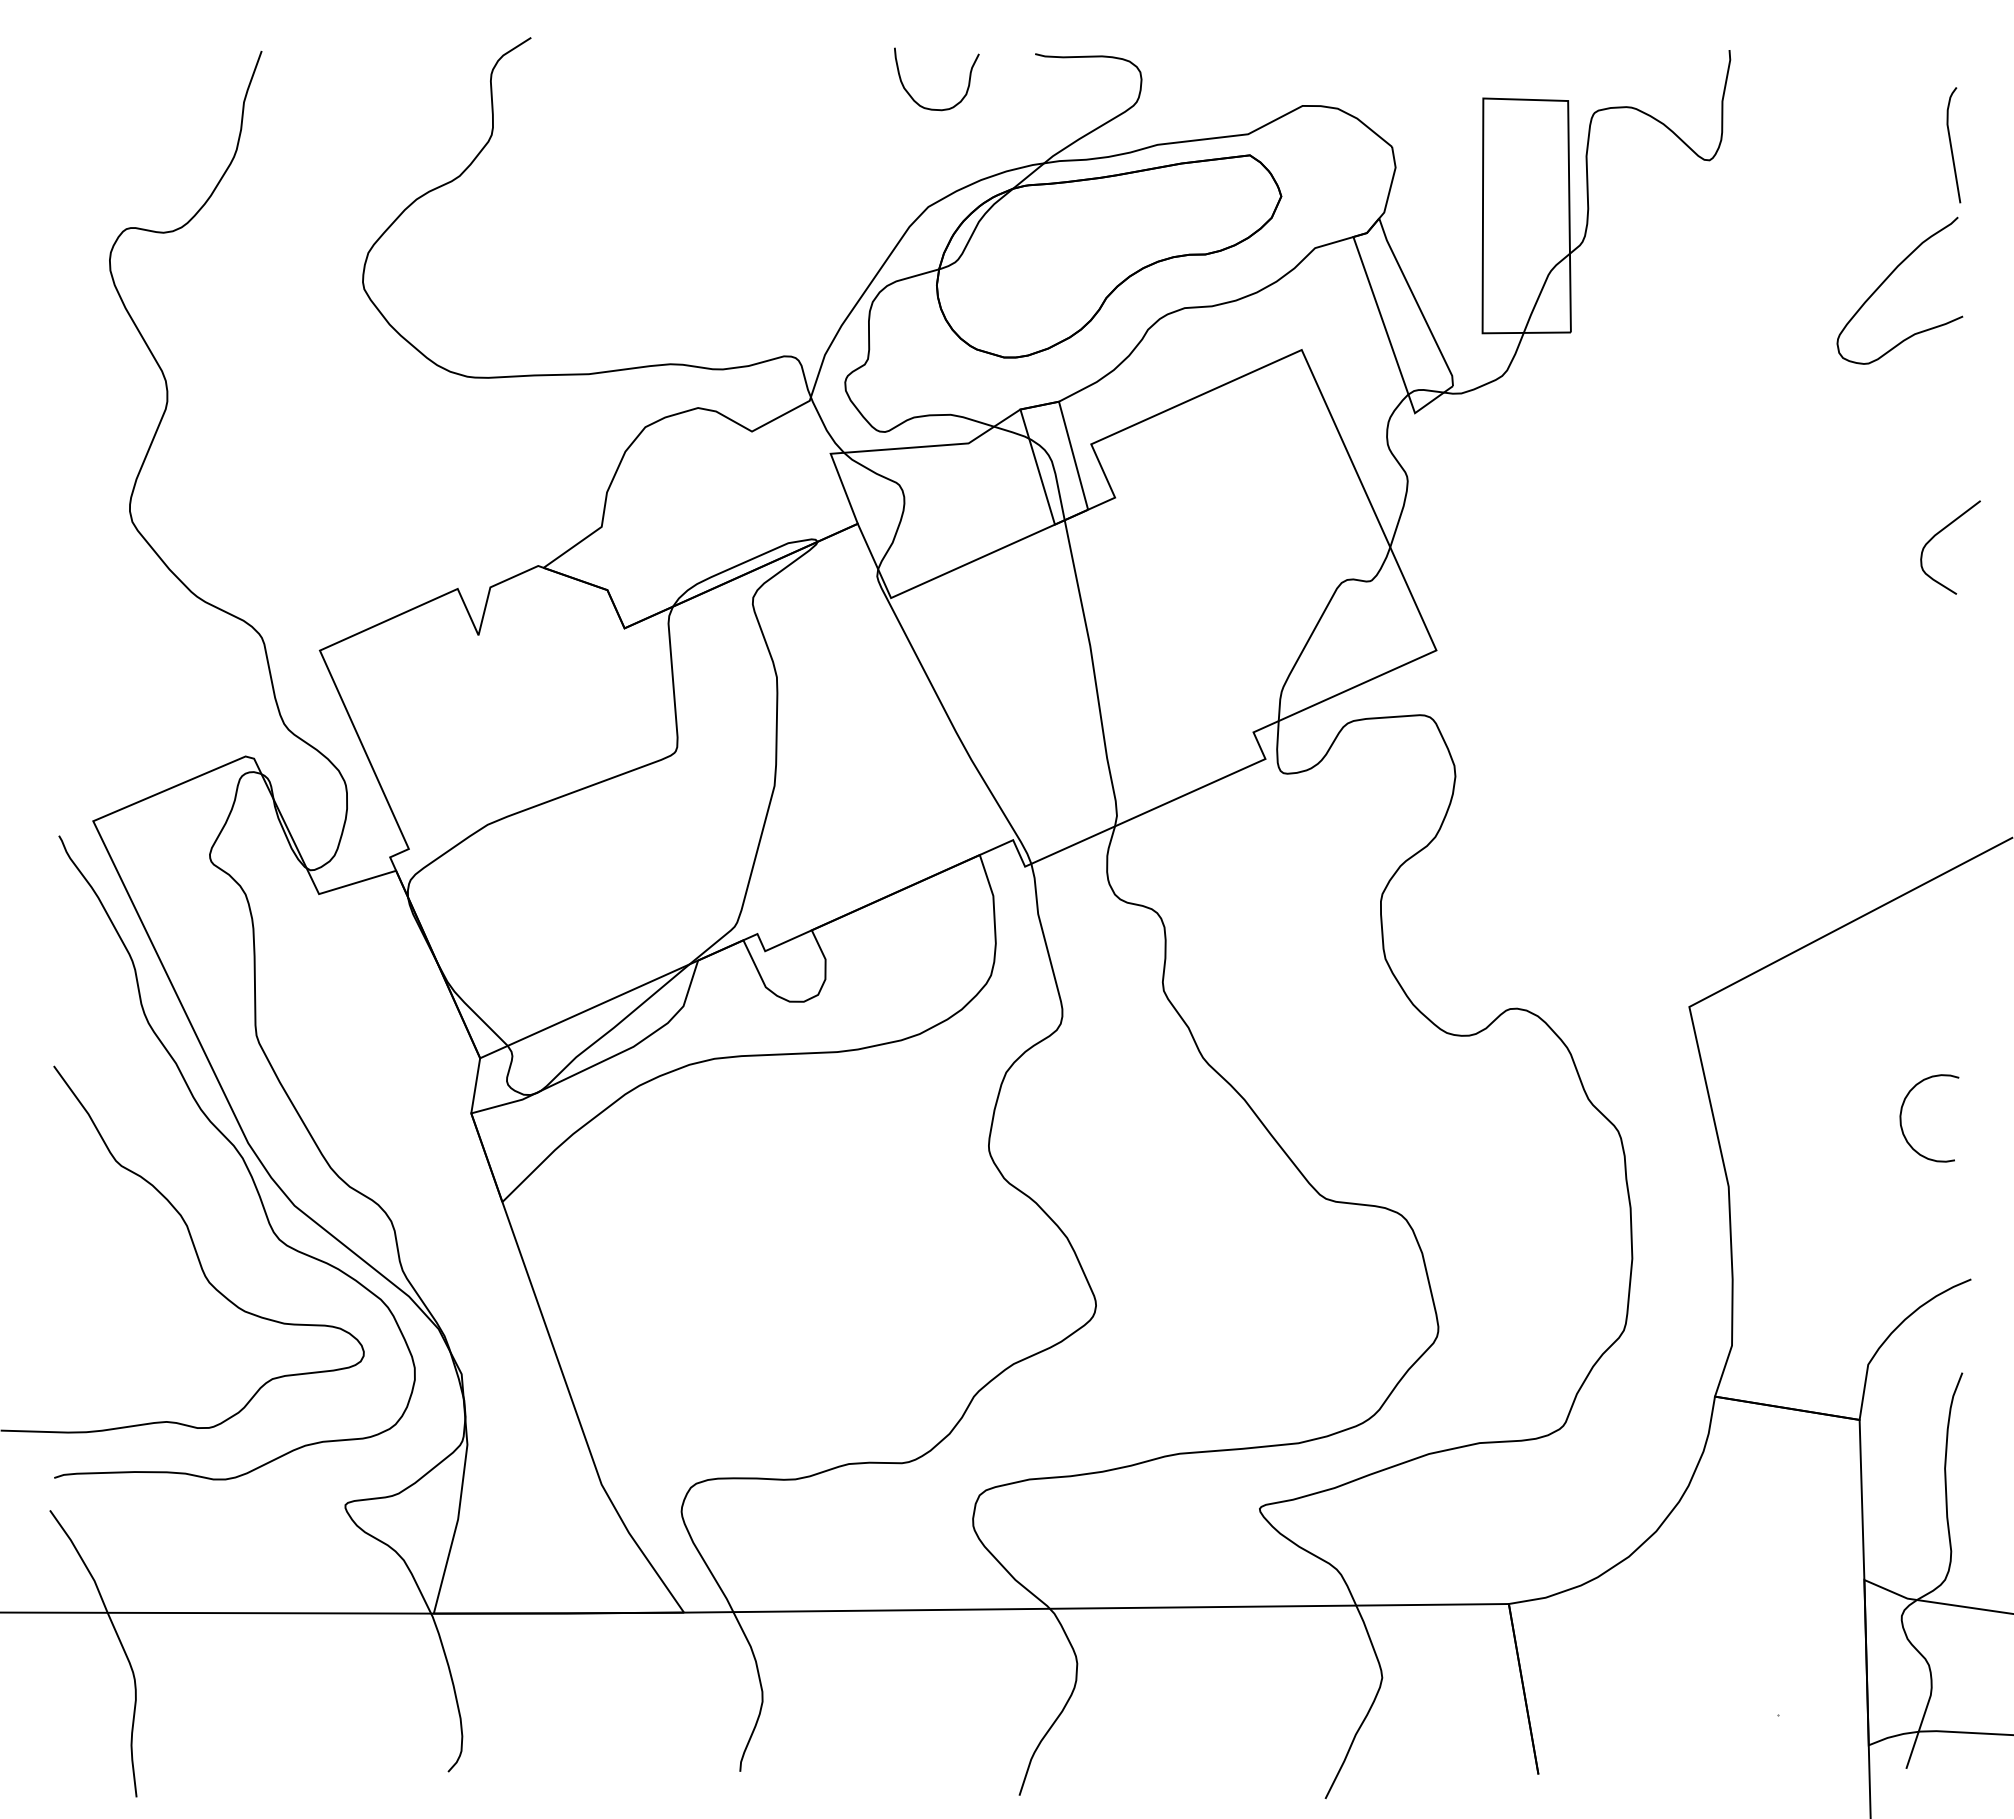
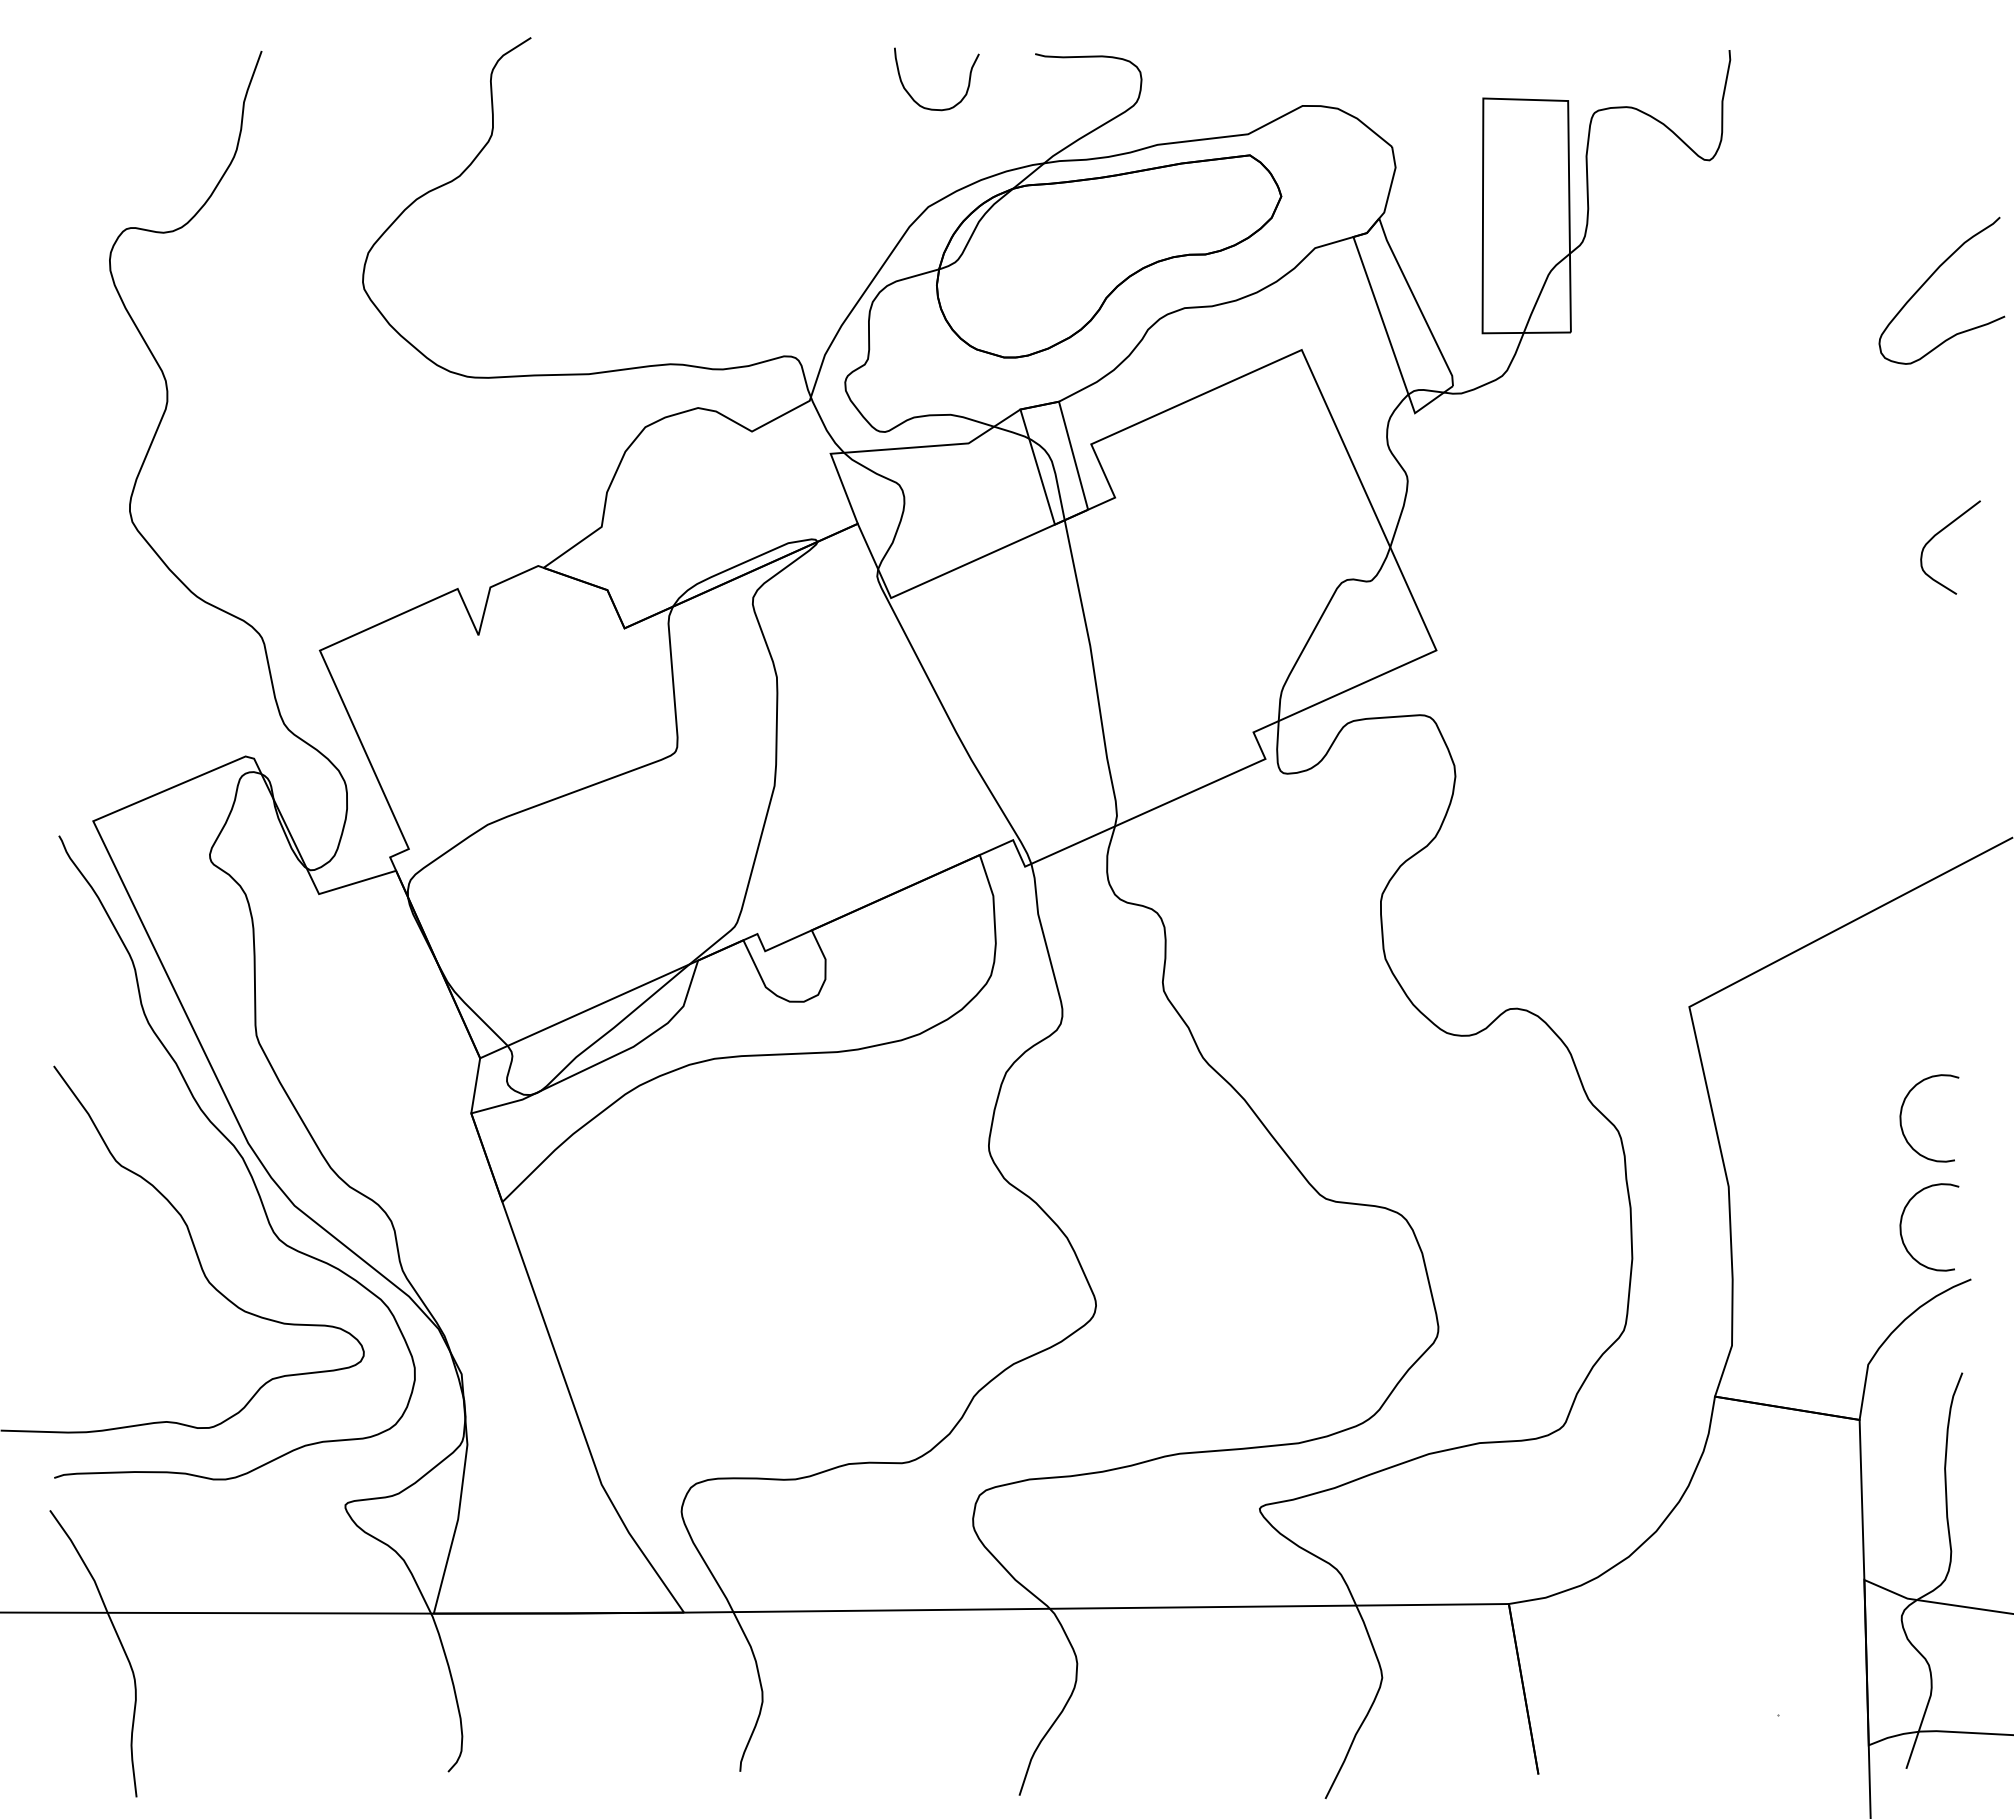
curve at (1951, 145): present -> none
curve at (1888, 278) position: (1888, 278) -> (1930, 278)
curve at (1902, 1220): none -> present
